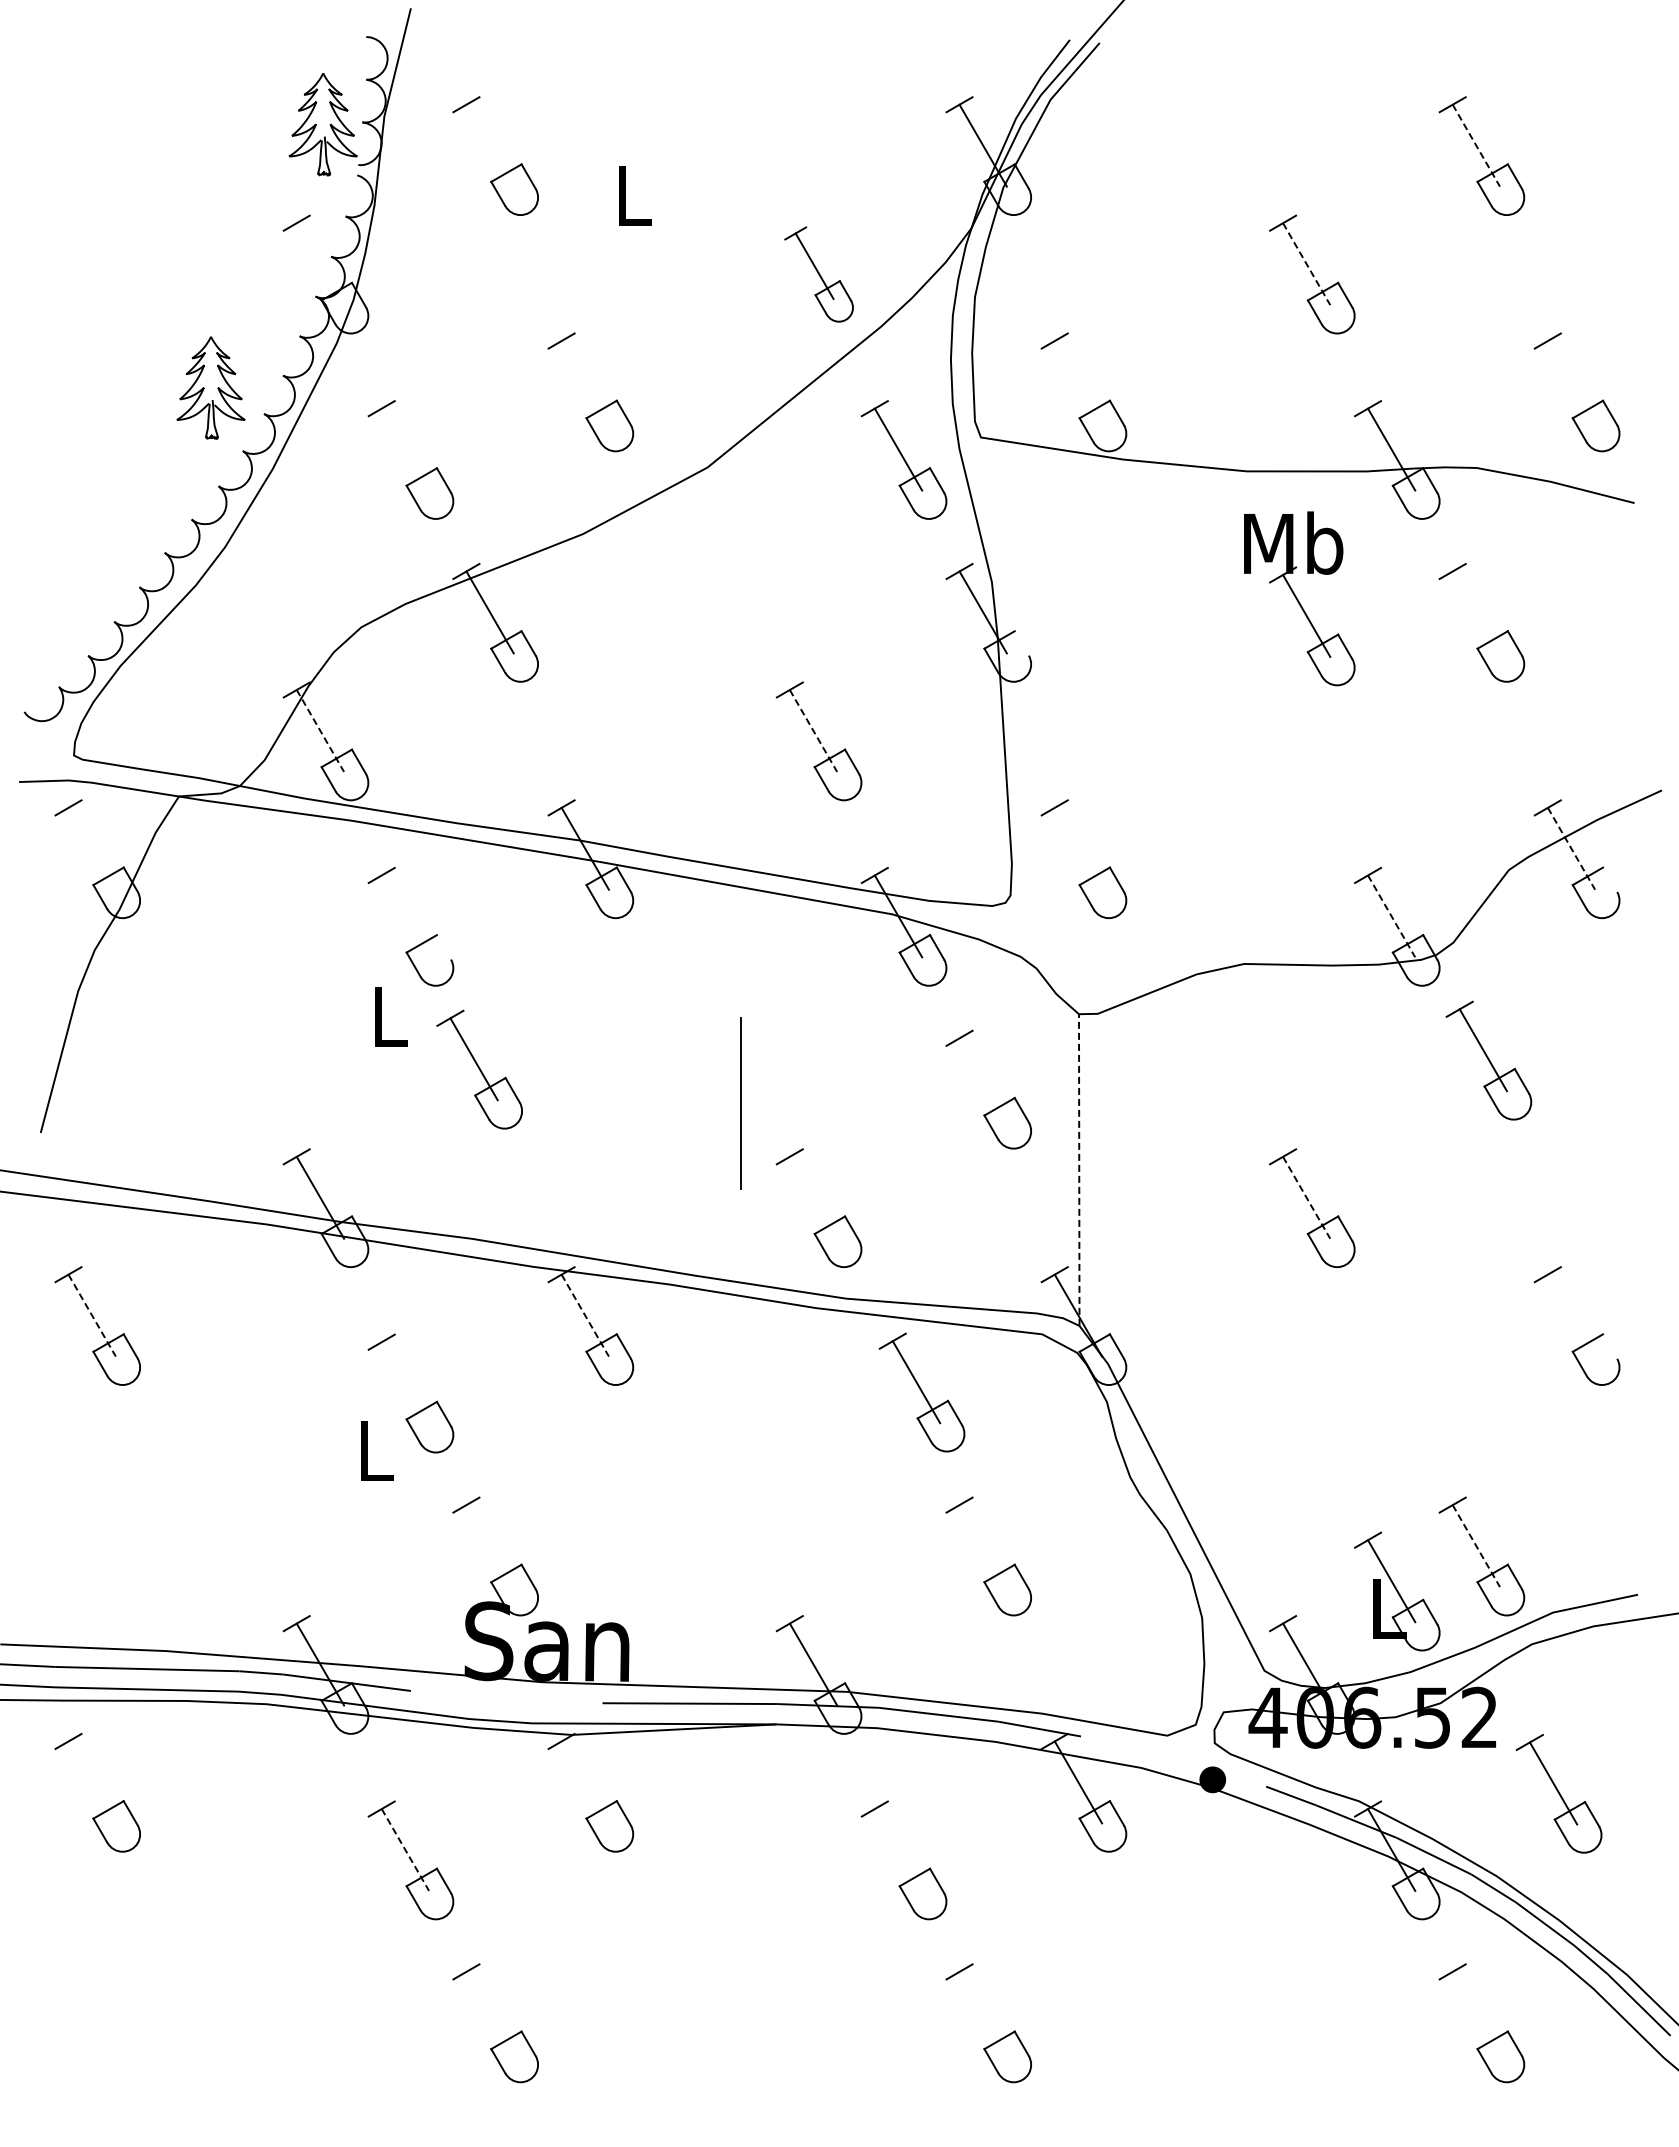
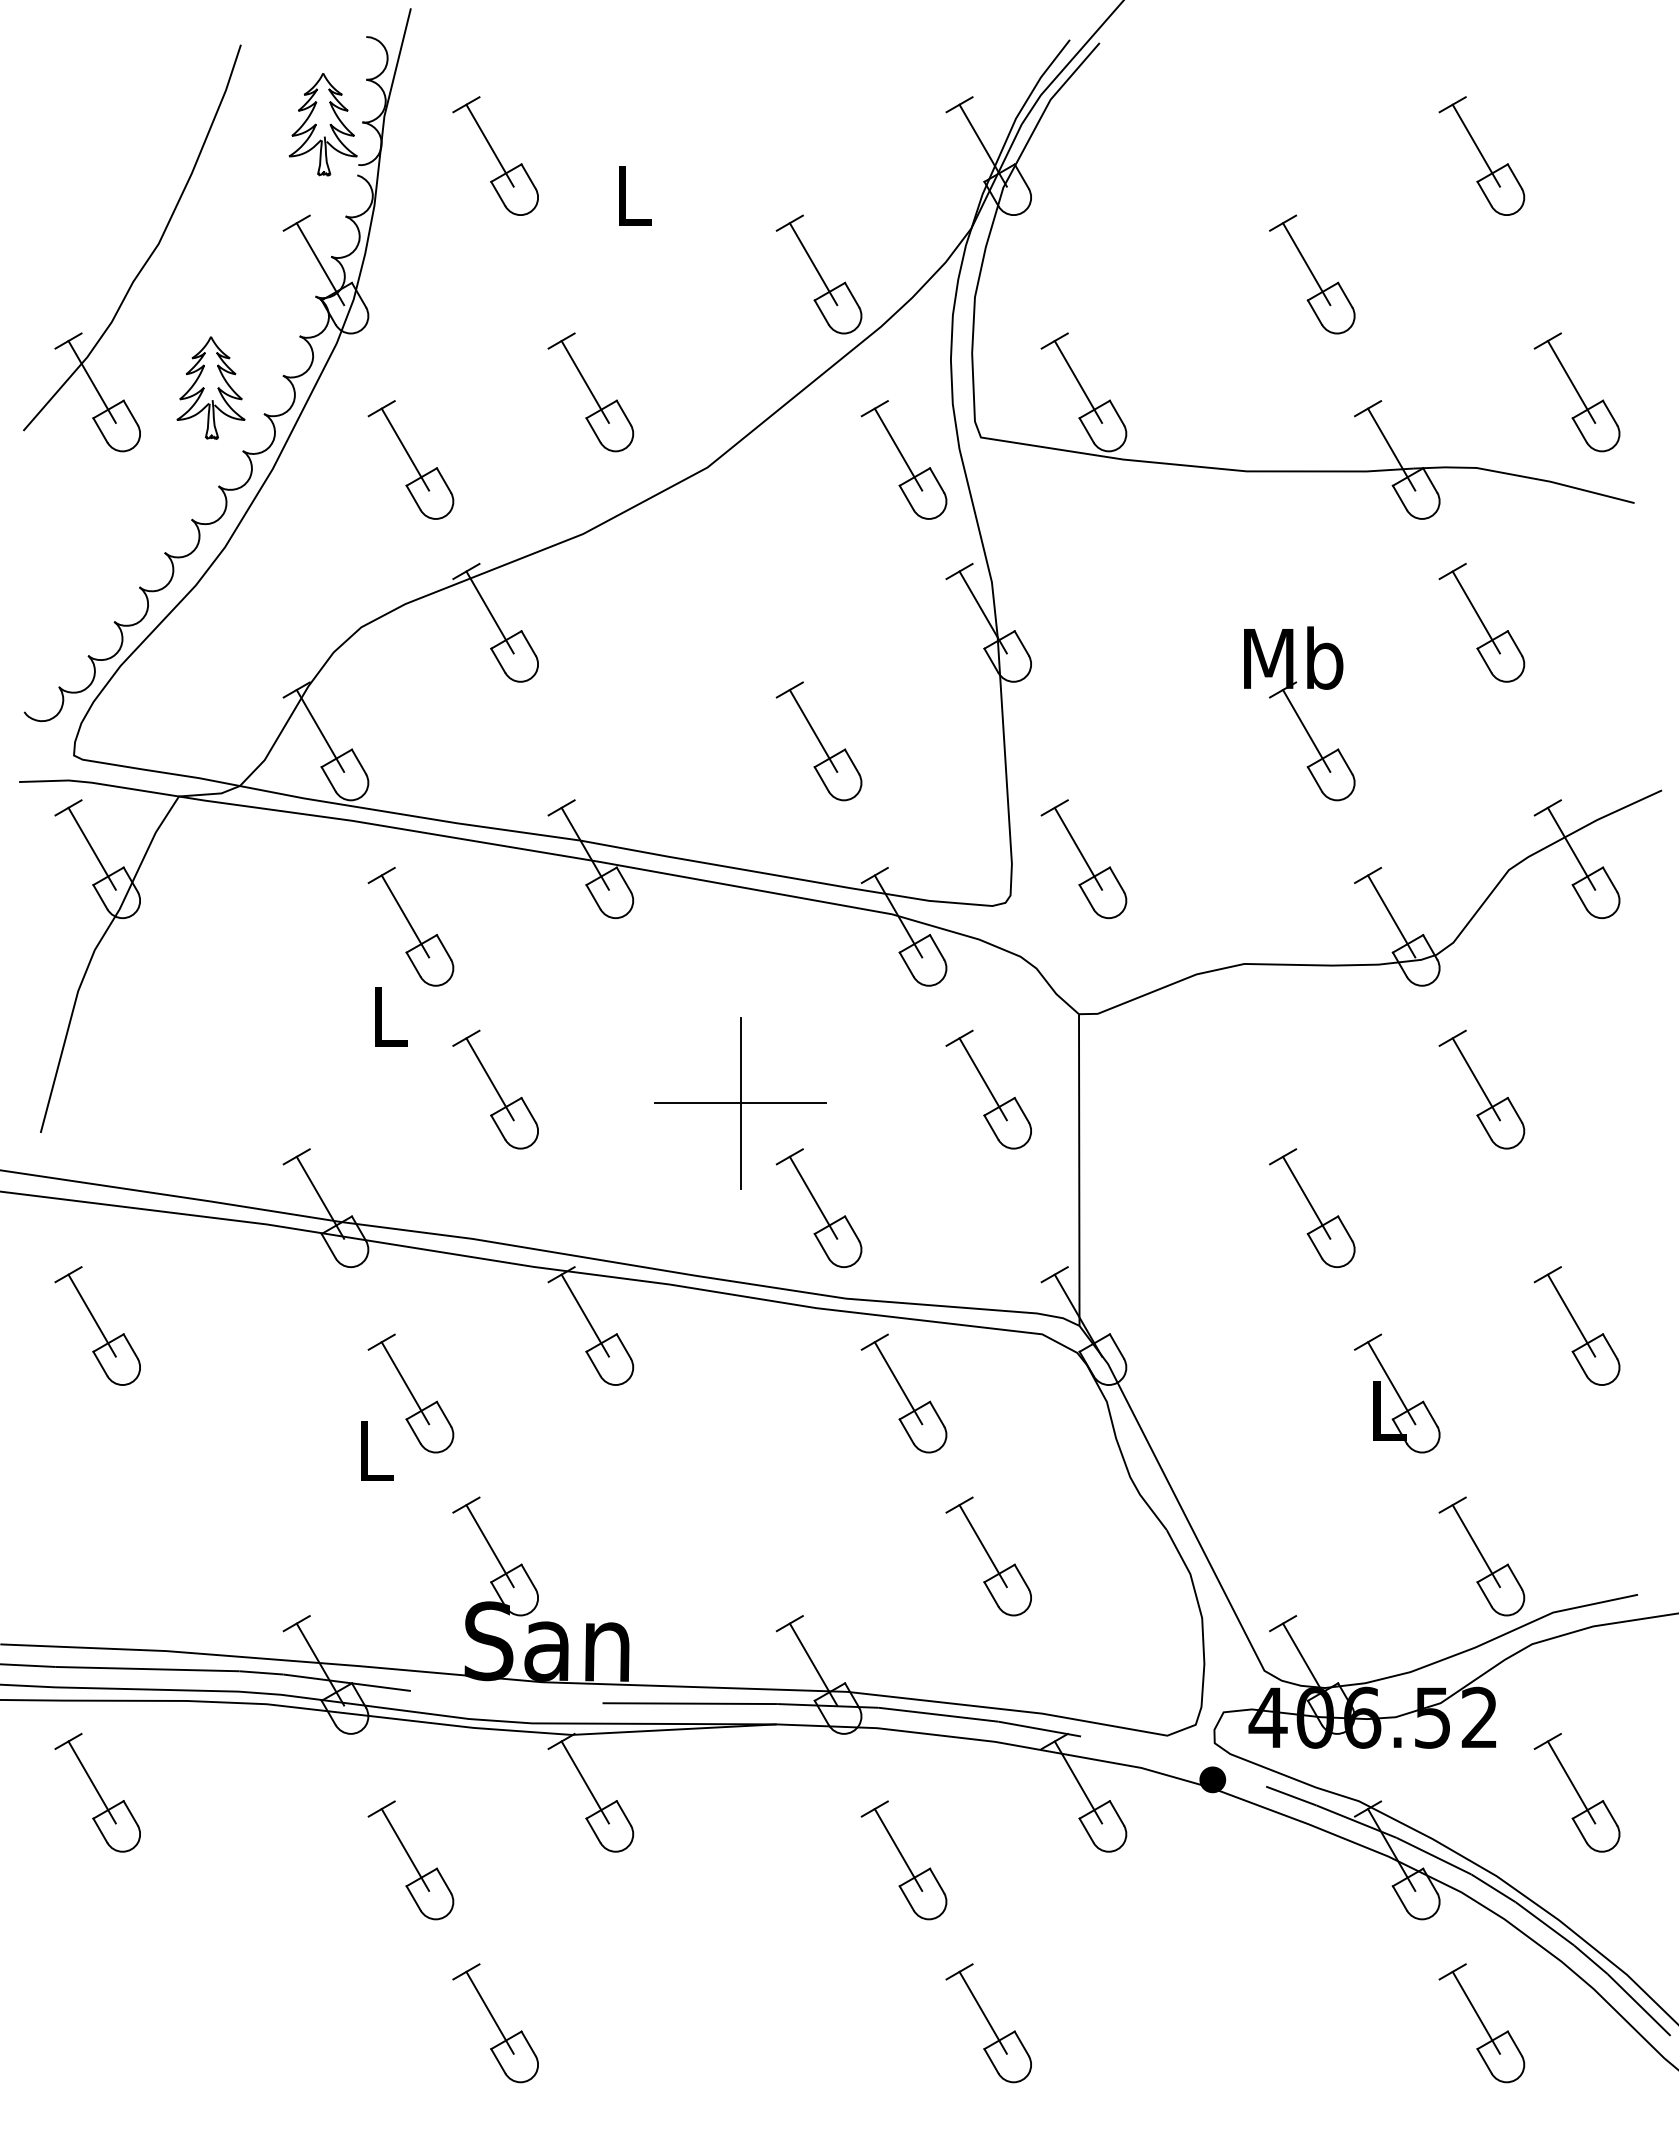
line at (489, 145): none -> present
line at (1476, 146): dashed -> solid
part at (147, 258): none -> present
line at (320, 264): none -> present
line at (1306, 264): dashed -> solid
part at (818, 274) size: 70x97 px -> 88x121 px
line at (584, 381): none -> present
line at (1078, 381): none -> present
line at (1571, 381): none -> present
line at (405, 449): none -> present
part at (1299, 598) position: (1299, 598) -> (1299, 713)
line at (1475, 612): none -> present
line at (1021, 643): none -> present
line at (320, 731): dashed -> solid
line at (813, 731): dashed -> solid
line at (91, 848): none -> present
line at (1078, 848): none -> present
line at (1571, 849): dashed -> solid
line at (1610, 879): none -> present
line at (405, 916): none -> present
line at (1391, 916): dashed -> solid
line at (443, 947): none -> present
part at (1488, 1060) position: (1488, 1060) -> (1481, 1089)
part at (479, 1069) position: (479, 1069) -> (495, 1089)
line at (982, 1079): none -> present
line at (740, 1103): none -> present
line at (1079, 1170): dashed -> solid
line at (813, 1197): none -> present
line at (1306, 1198): dashed -> solid
line at (1571, 1315): none -> present
line at (92, 1316): dashed -> solid
line at (585, 1316): dashed -> solid
line at (1610, 1346): none -> present
line at (405, 1383): none -> present
part at (921, 1392) position: (921, 1392) -> (903, 1393)
line at (489, 1546): none -> present
line at (982, 1546): none -> present
line at (1476, 1546): dashed -> solid
part at (1397, 1591) position: (1397, 1591) -> (1397, 1393)
line at (91, 1782): none -> present
line at (584, 1782): none -> present
part at (1558, 1793) position: (1558, 1793) -> (1576, 1792)
line at (898, 1849): none -> present
line at (405, 1850): dashed -> solid
line at (489, 2012): none -> present
line at (982, 2012): none -> present
line at (1475, 2012): none -> present
